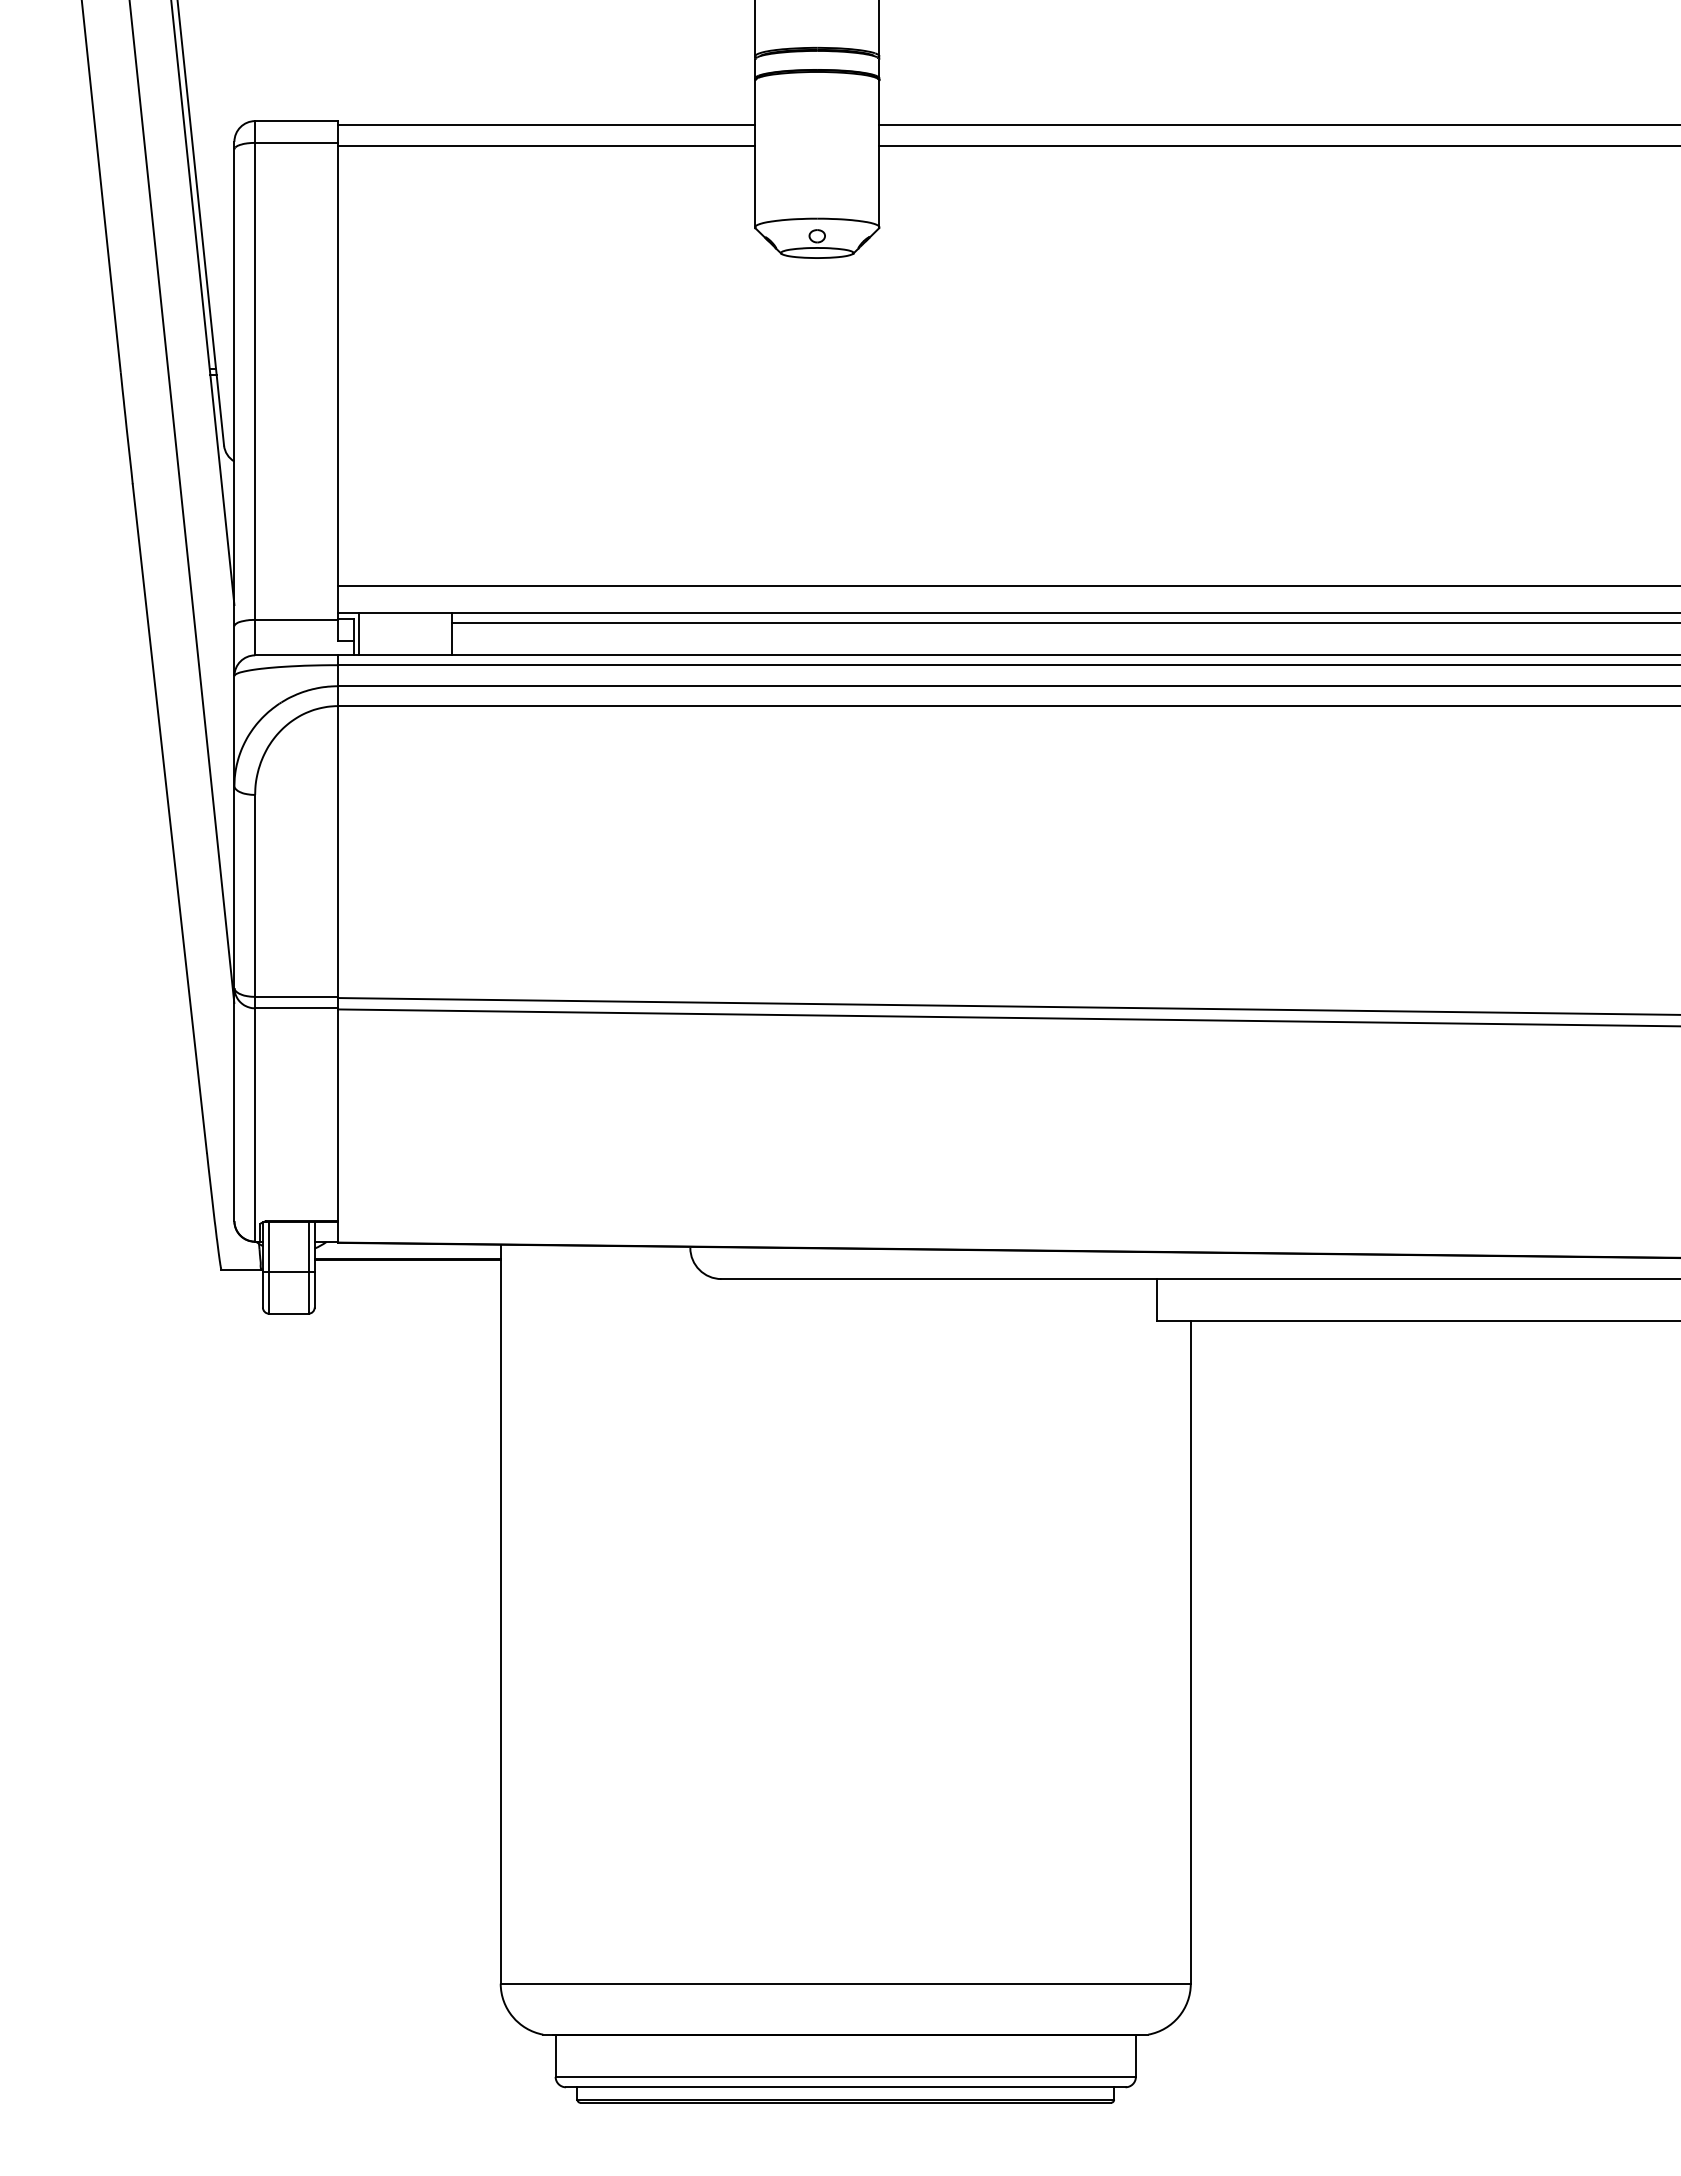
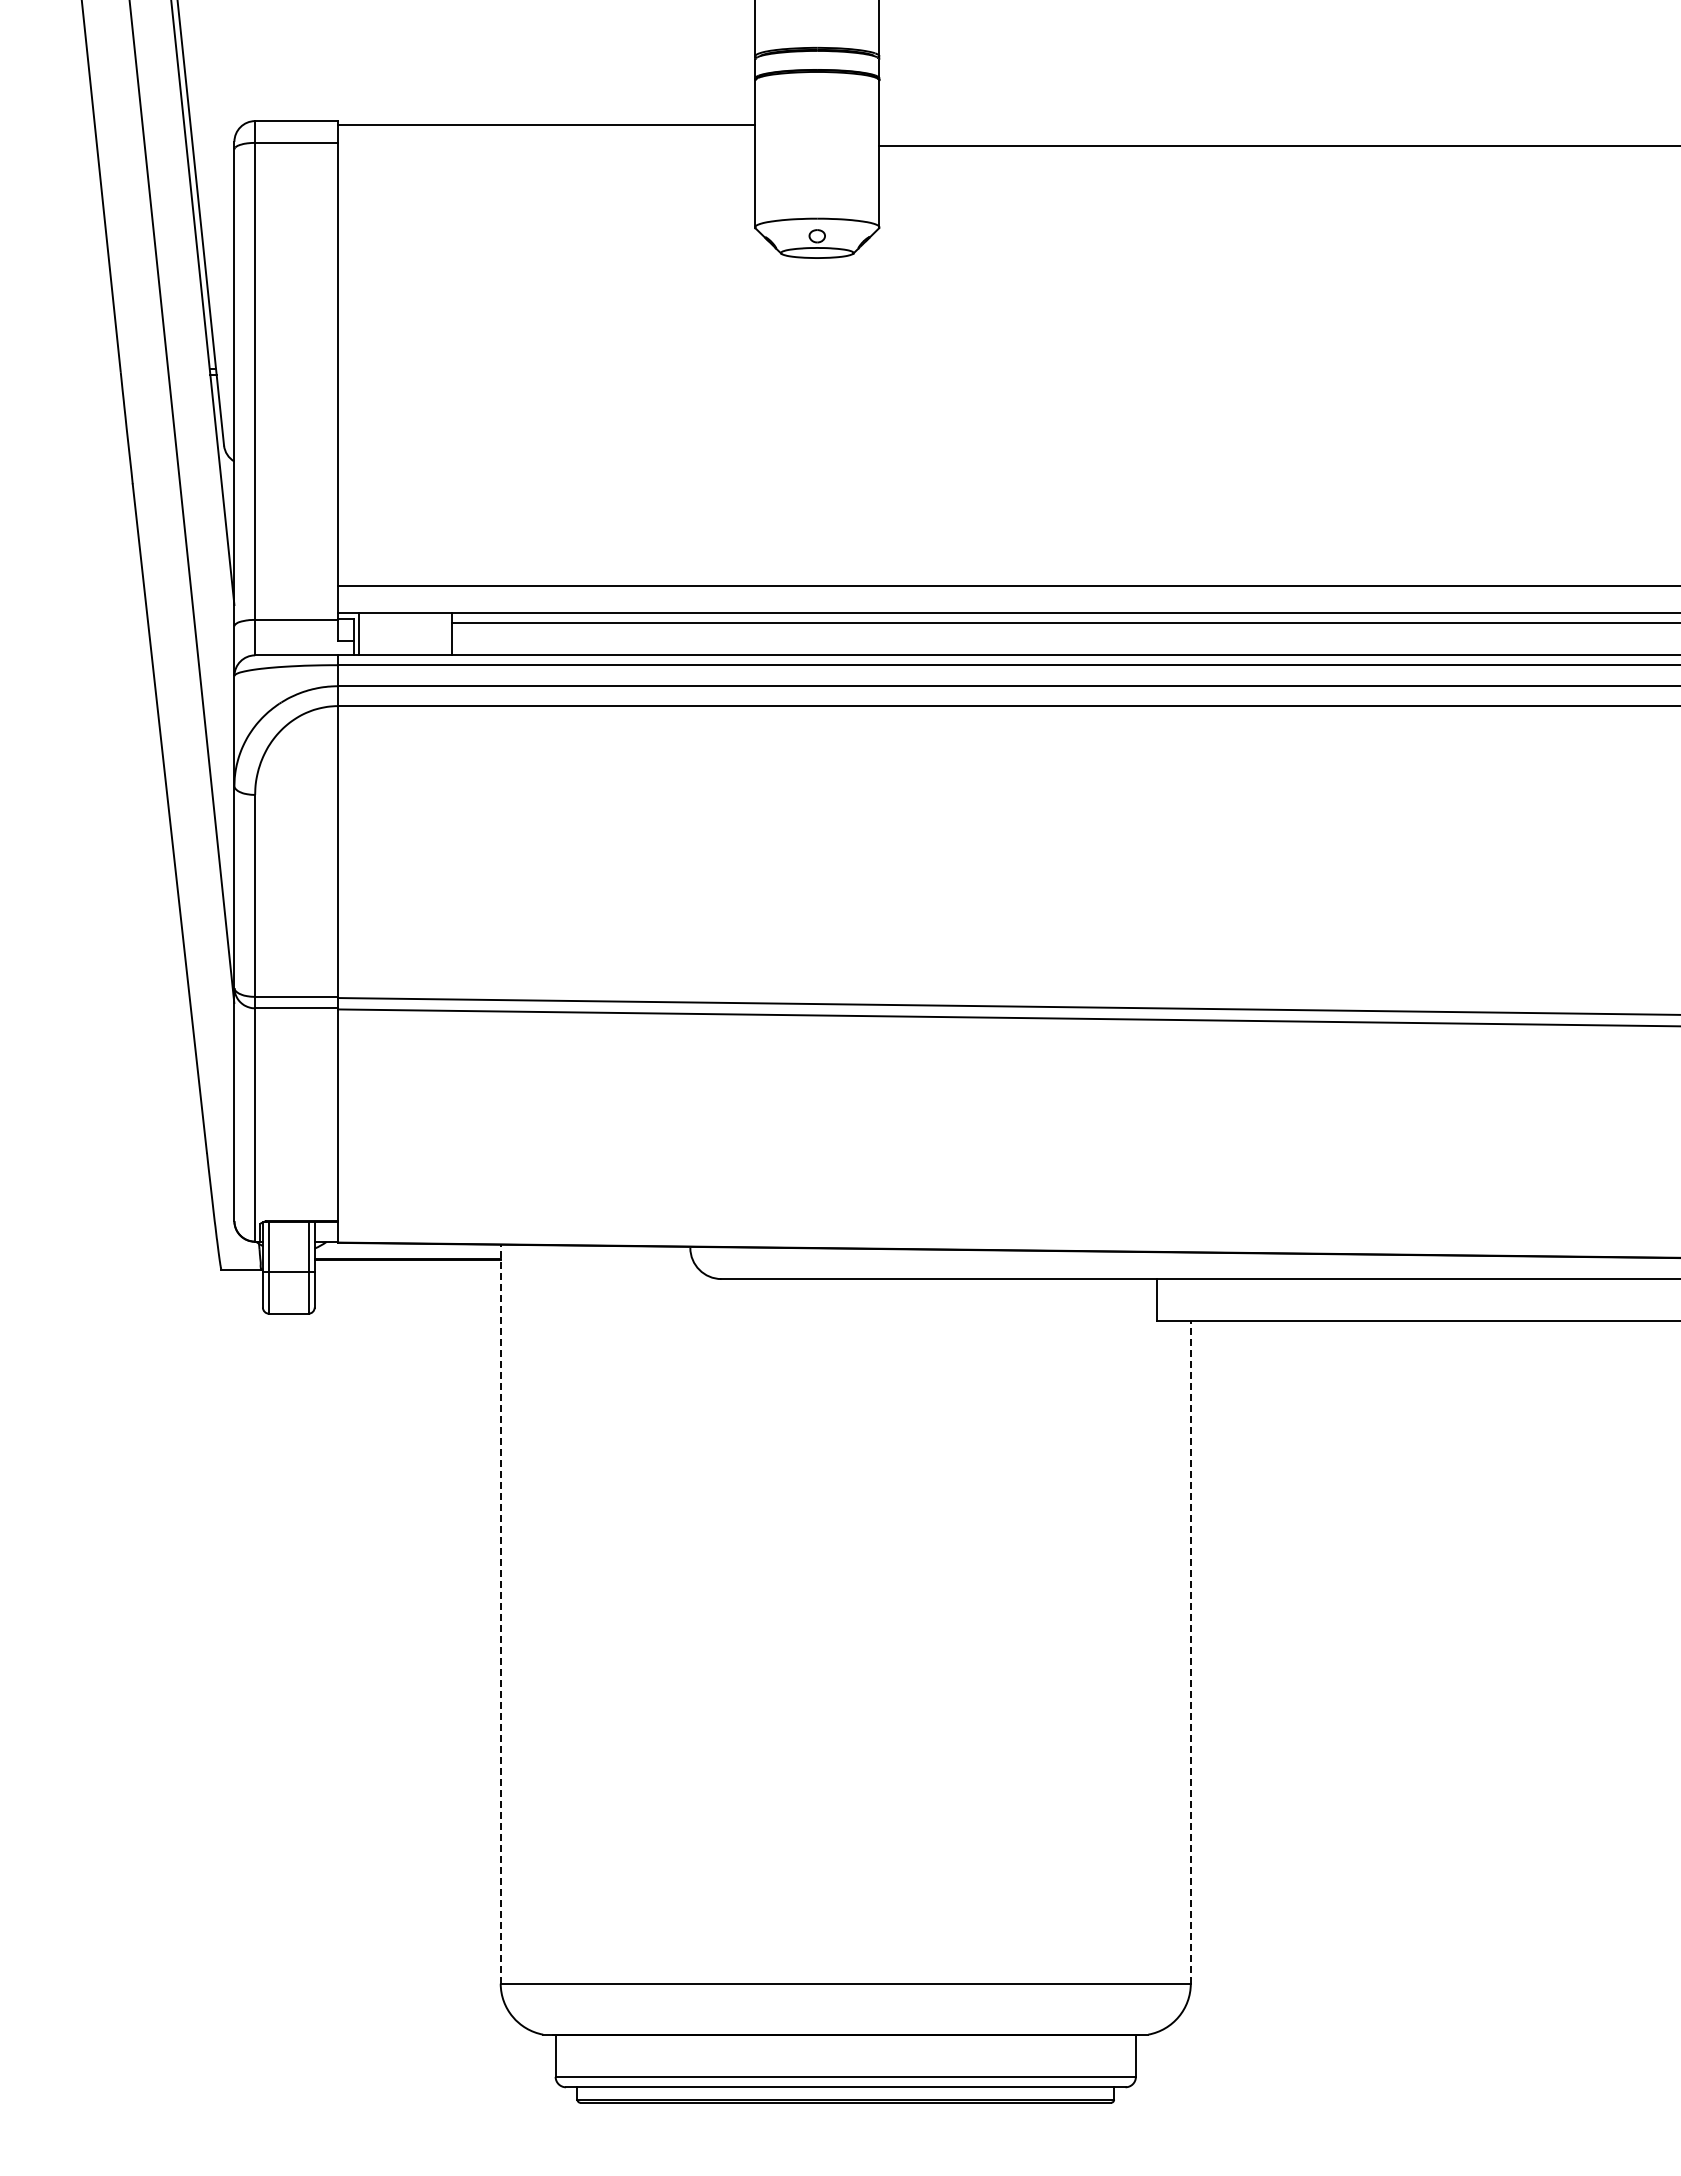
line at (1278, 124): present -> none
line at (546, 145): present -> none
line at (500, 1613): solid -> dashed
line at (1190, 1652): solid -> dashed
